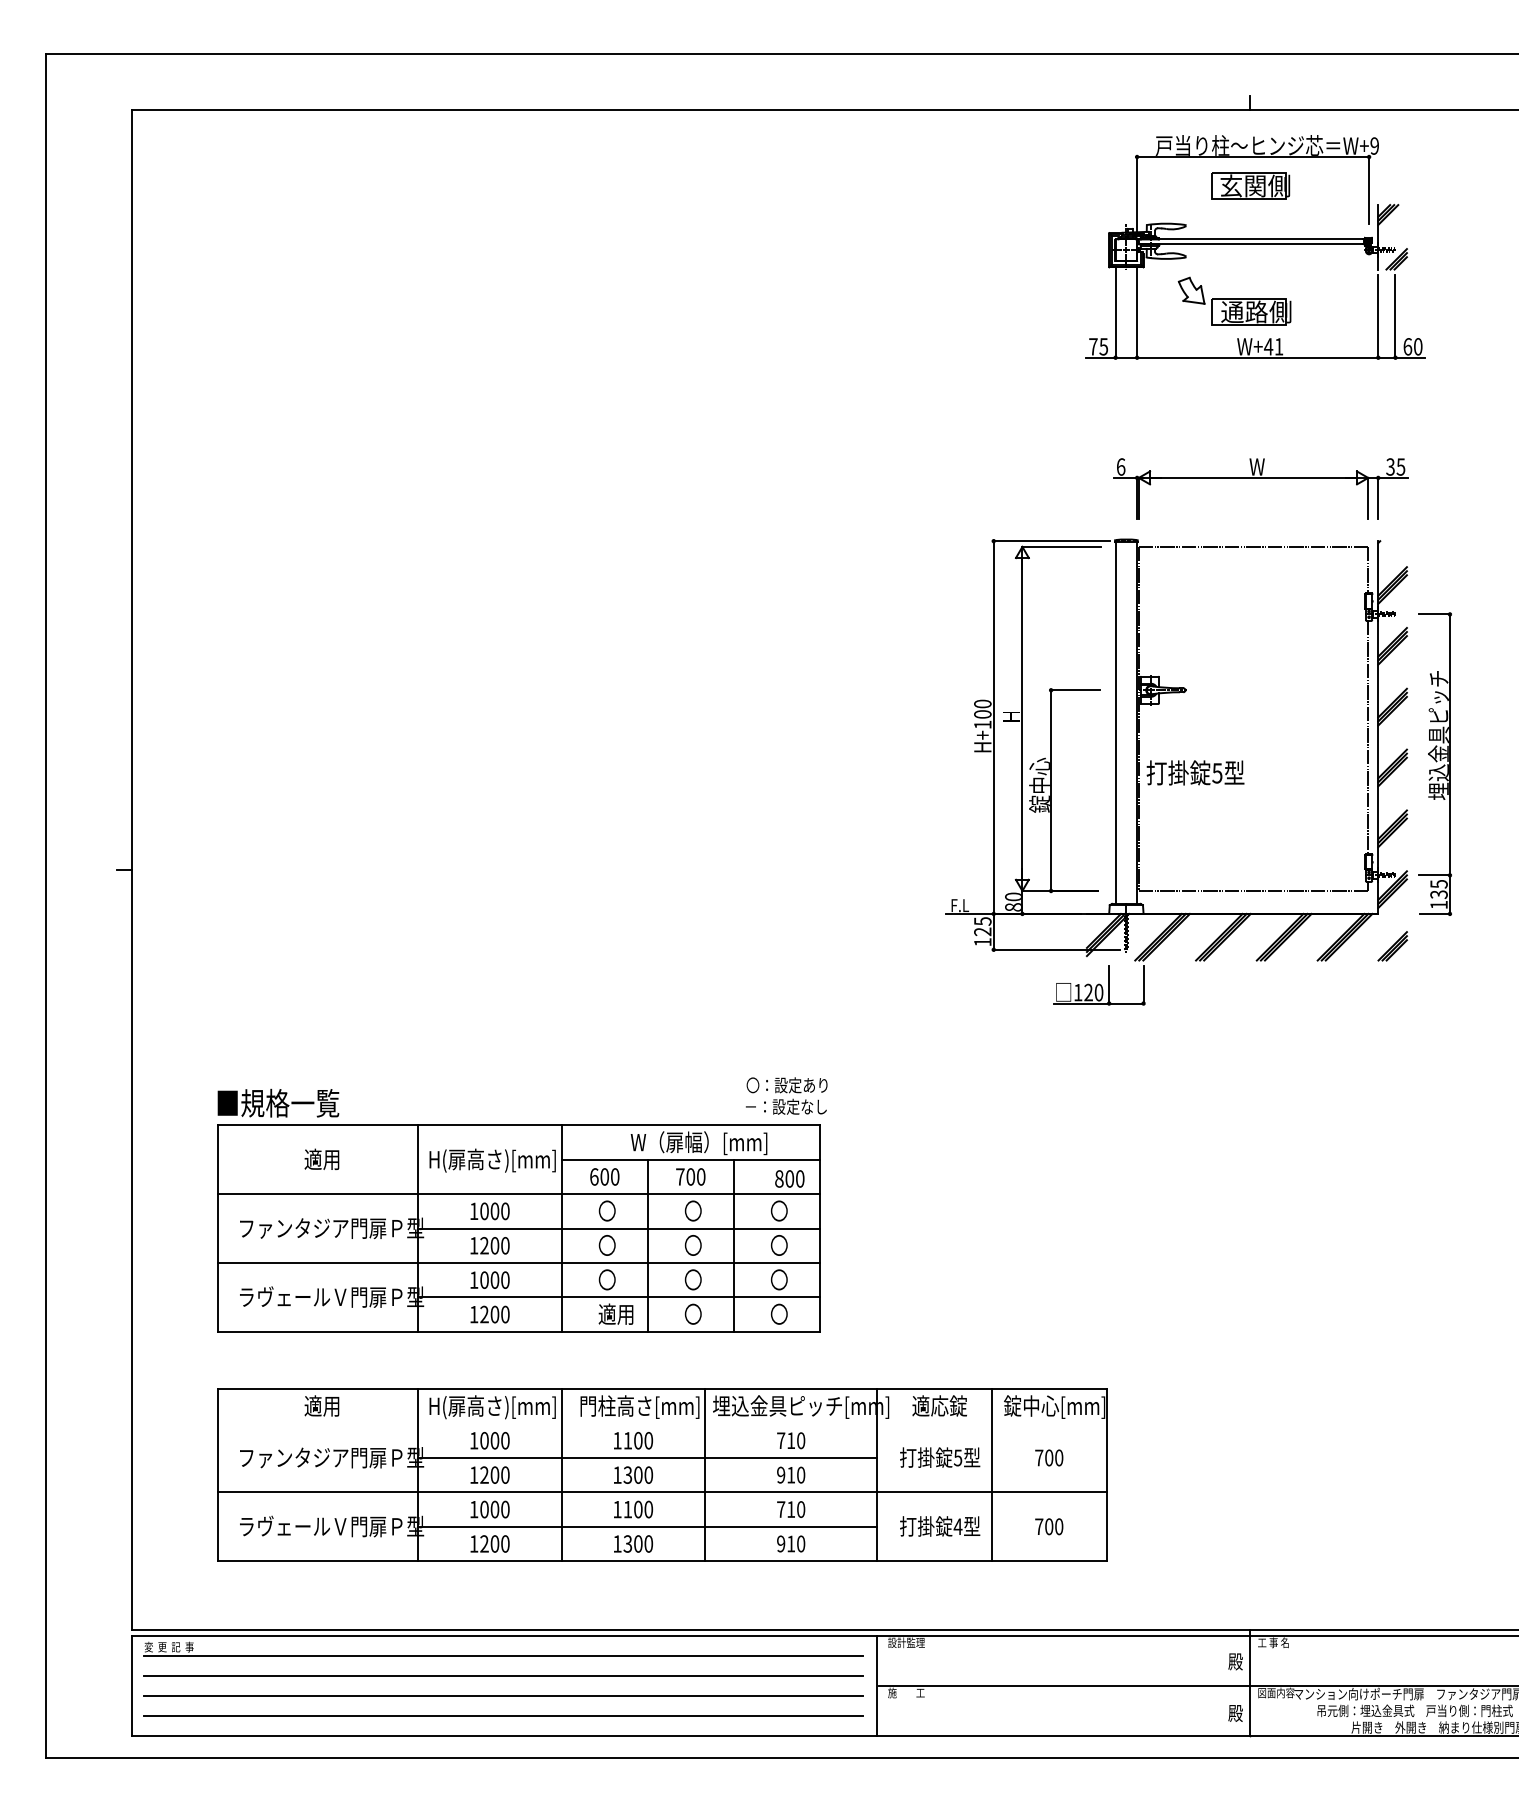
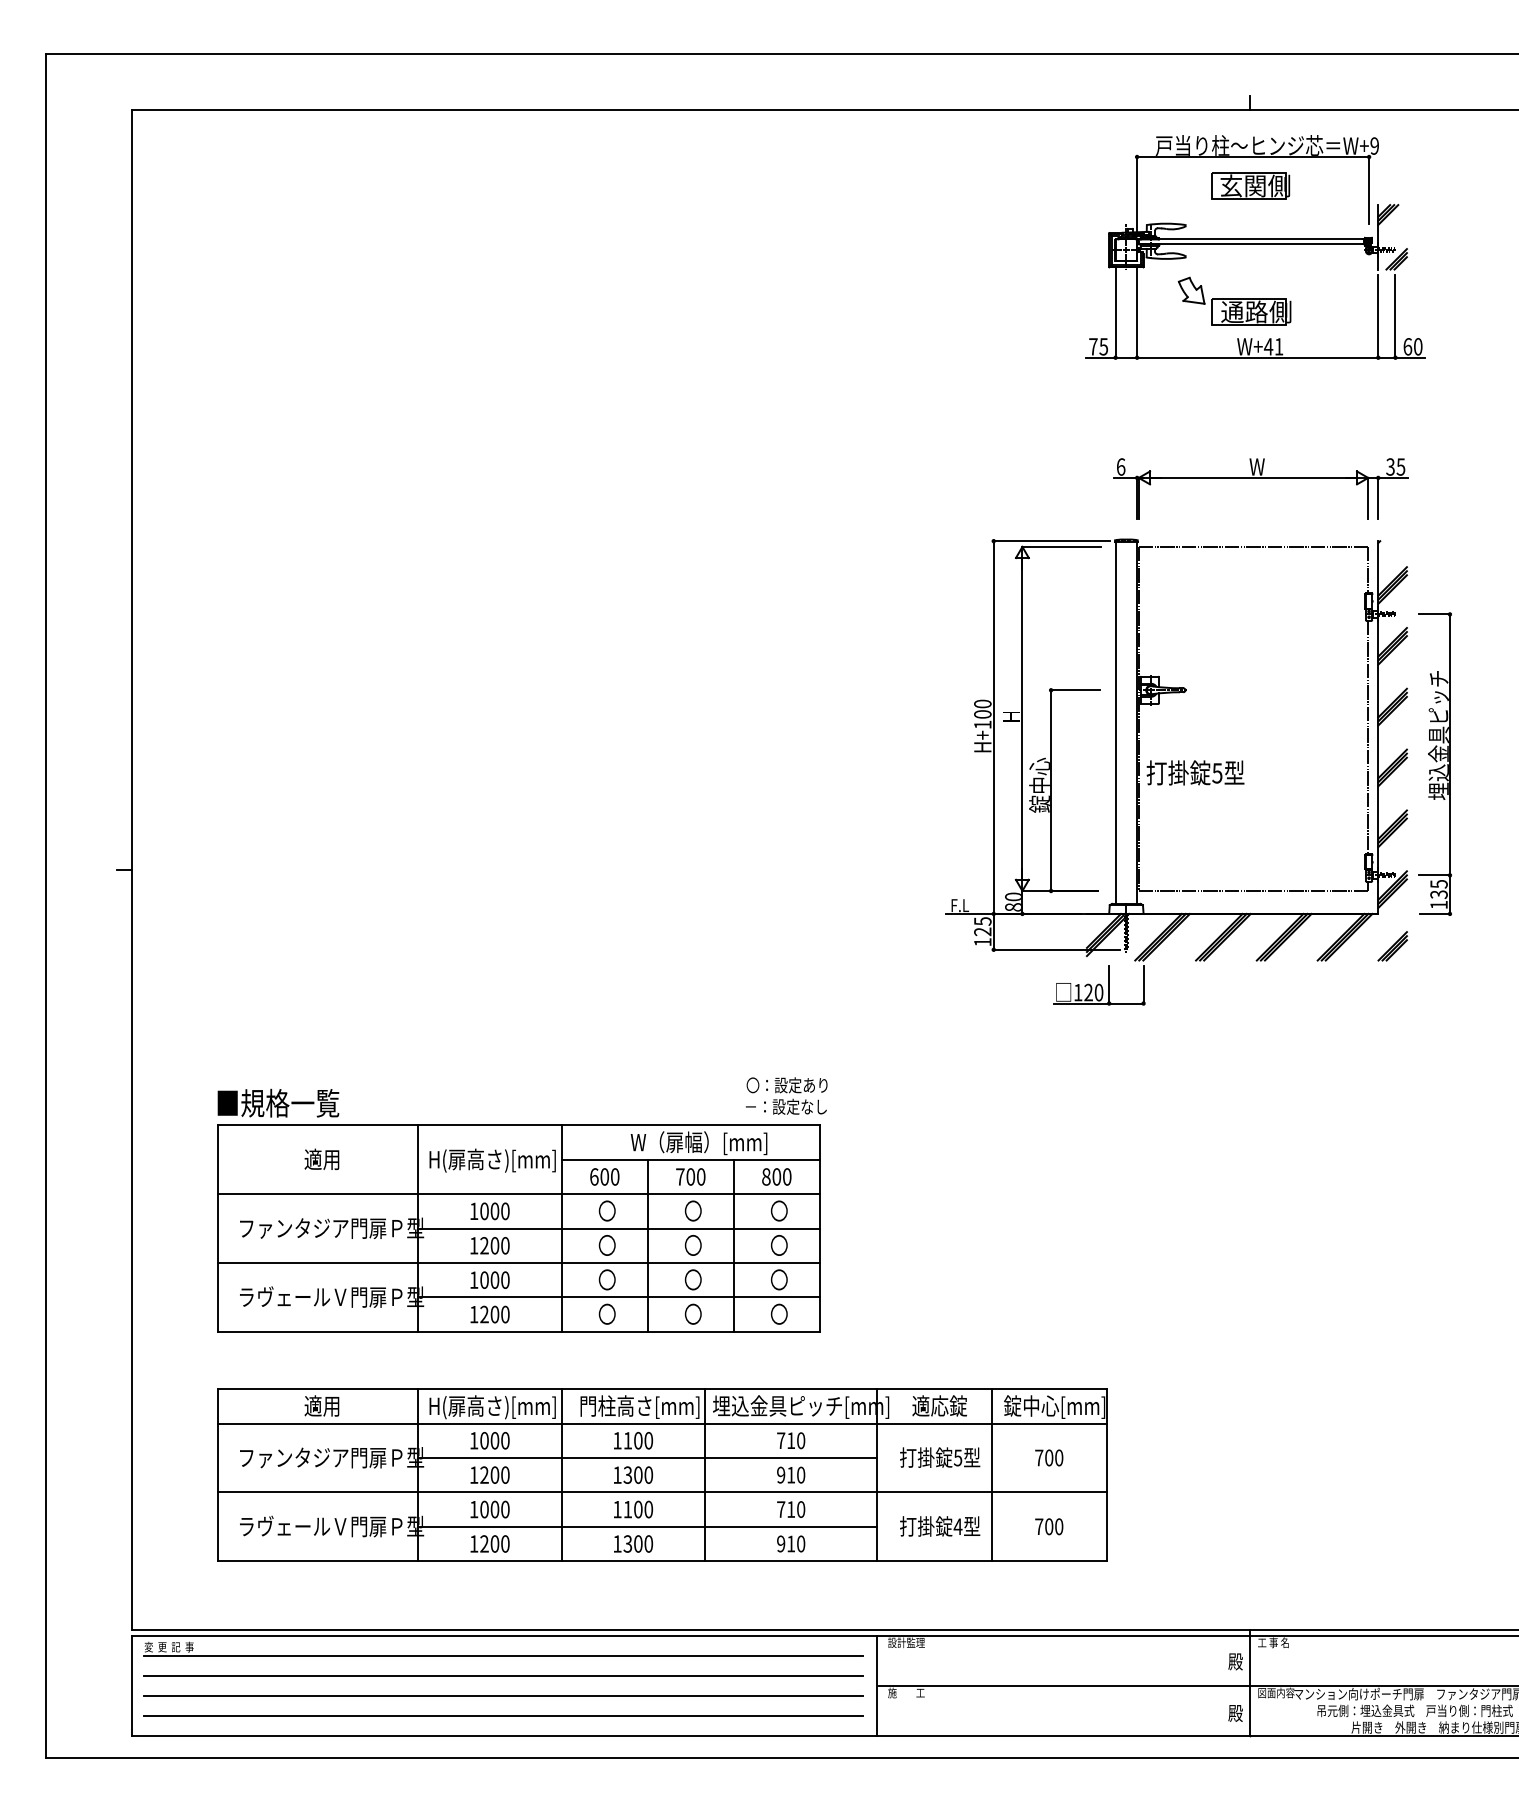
text at (789, 1178) position: (789, 1178) -> (776, 1176)
text at (615, 1313): 適用 -> 〇
line at (661, 1423): none -> present
